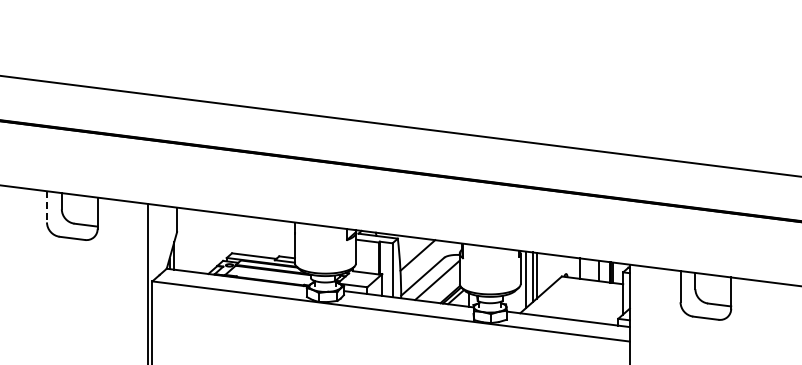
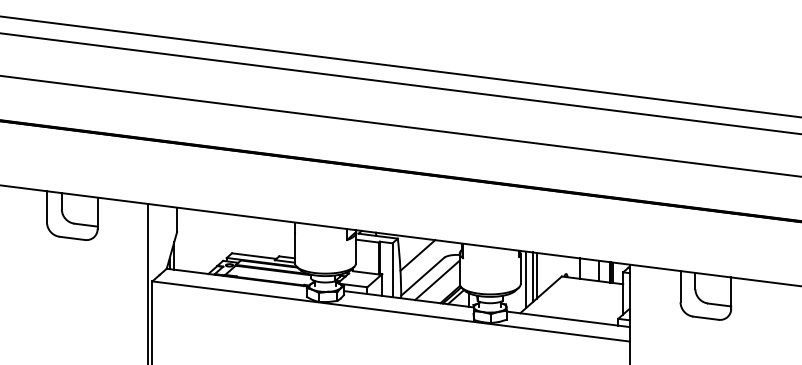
line at (400, 66): none -> present
line at (400, 83): none -> present
line at (46, 206): dashed -> solid
